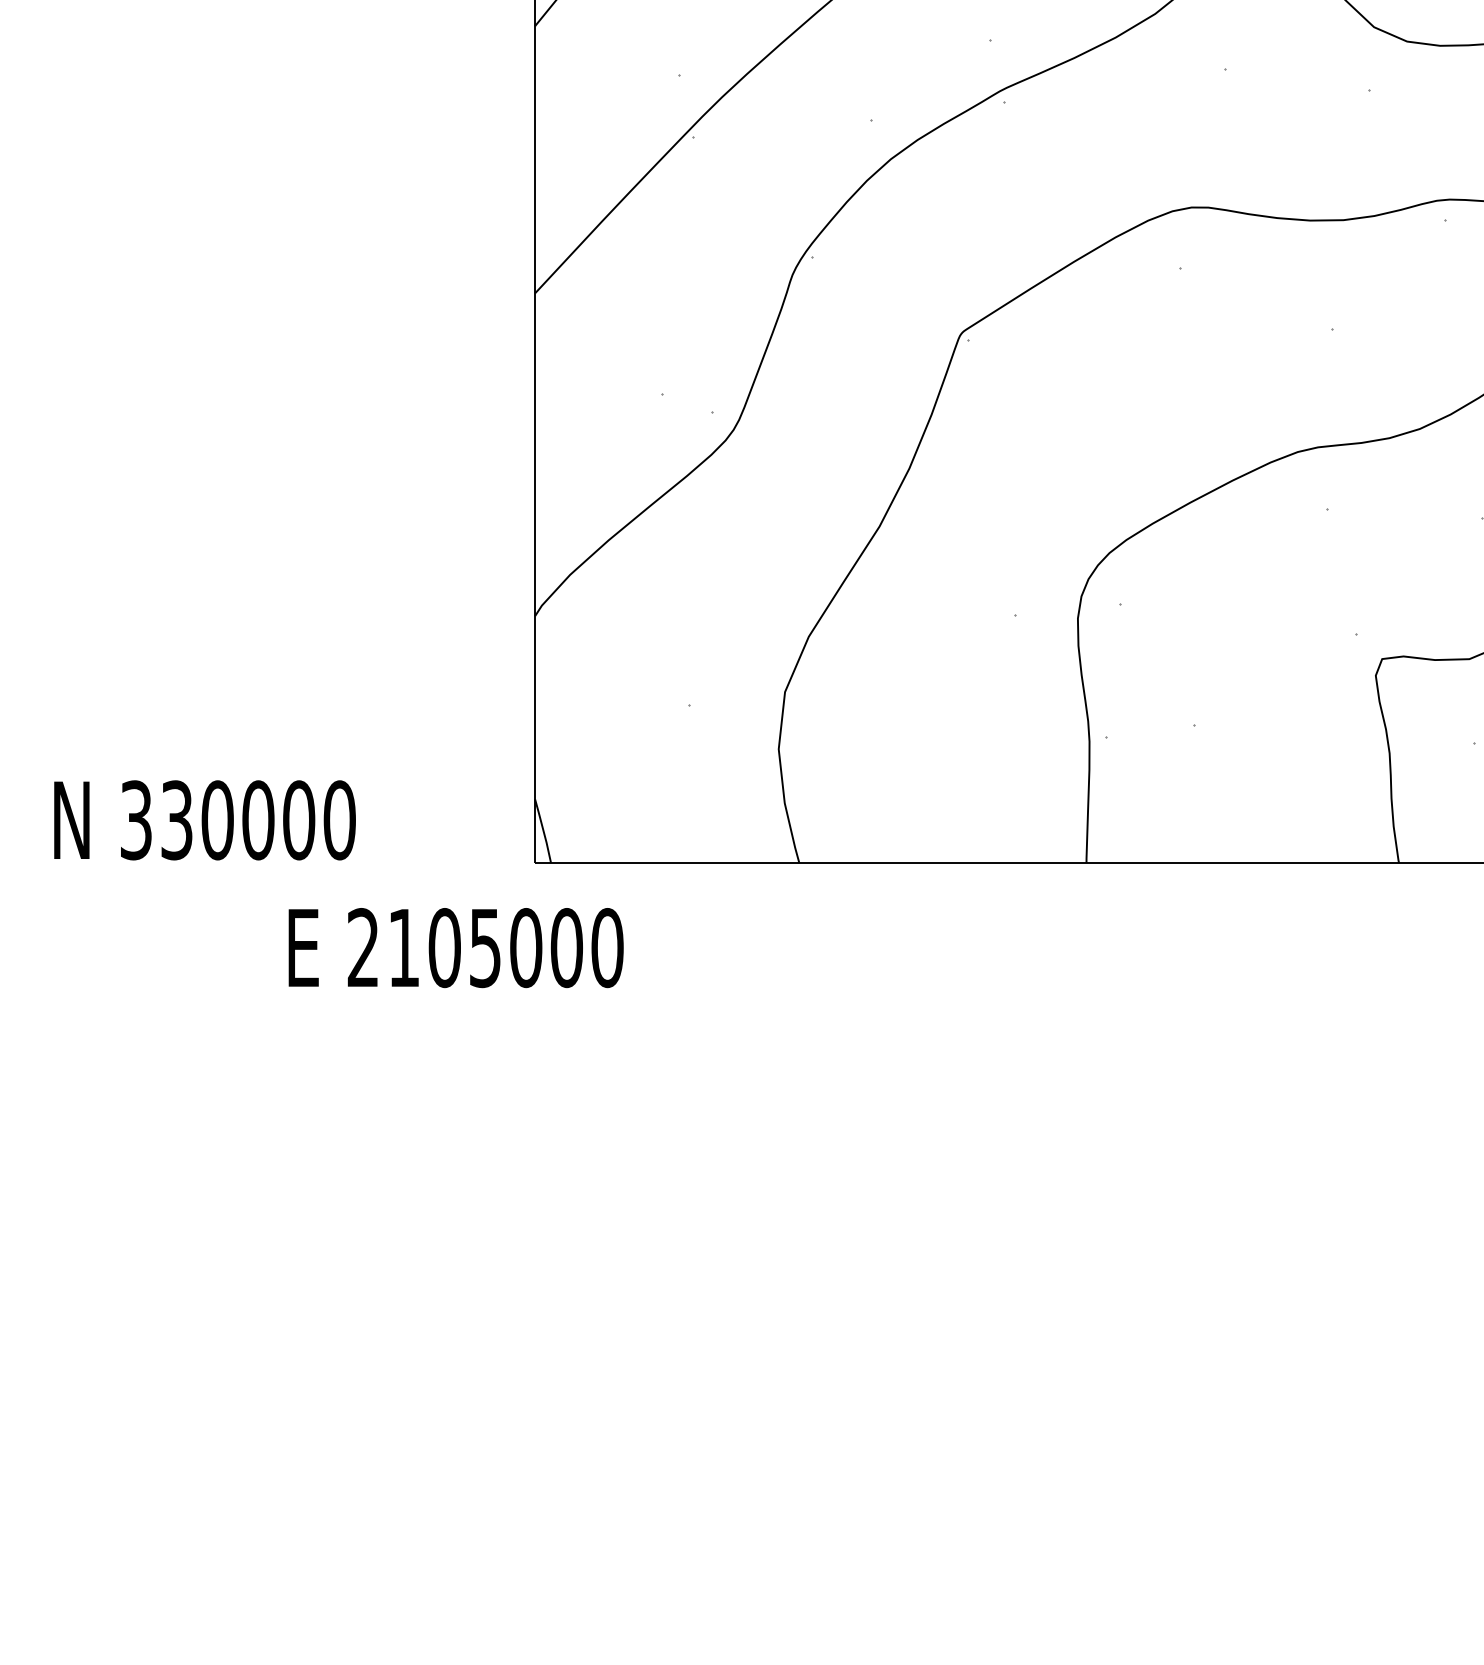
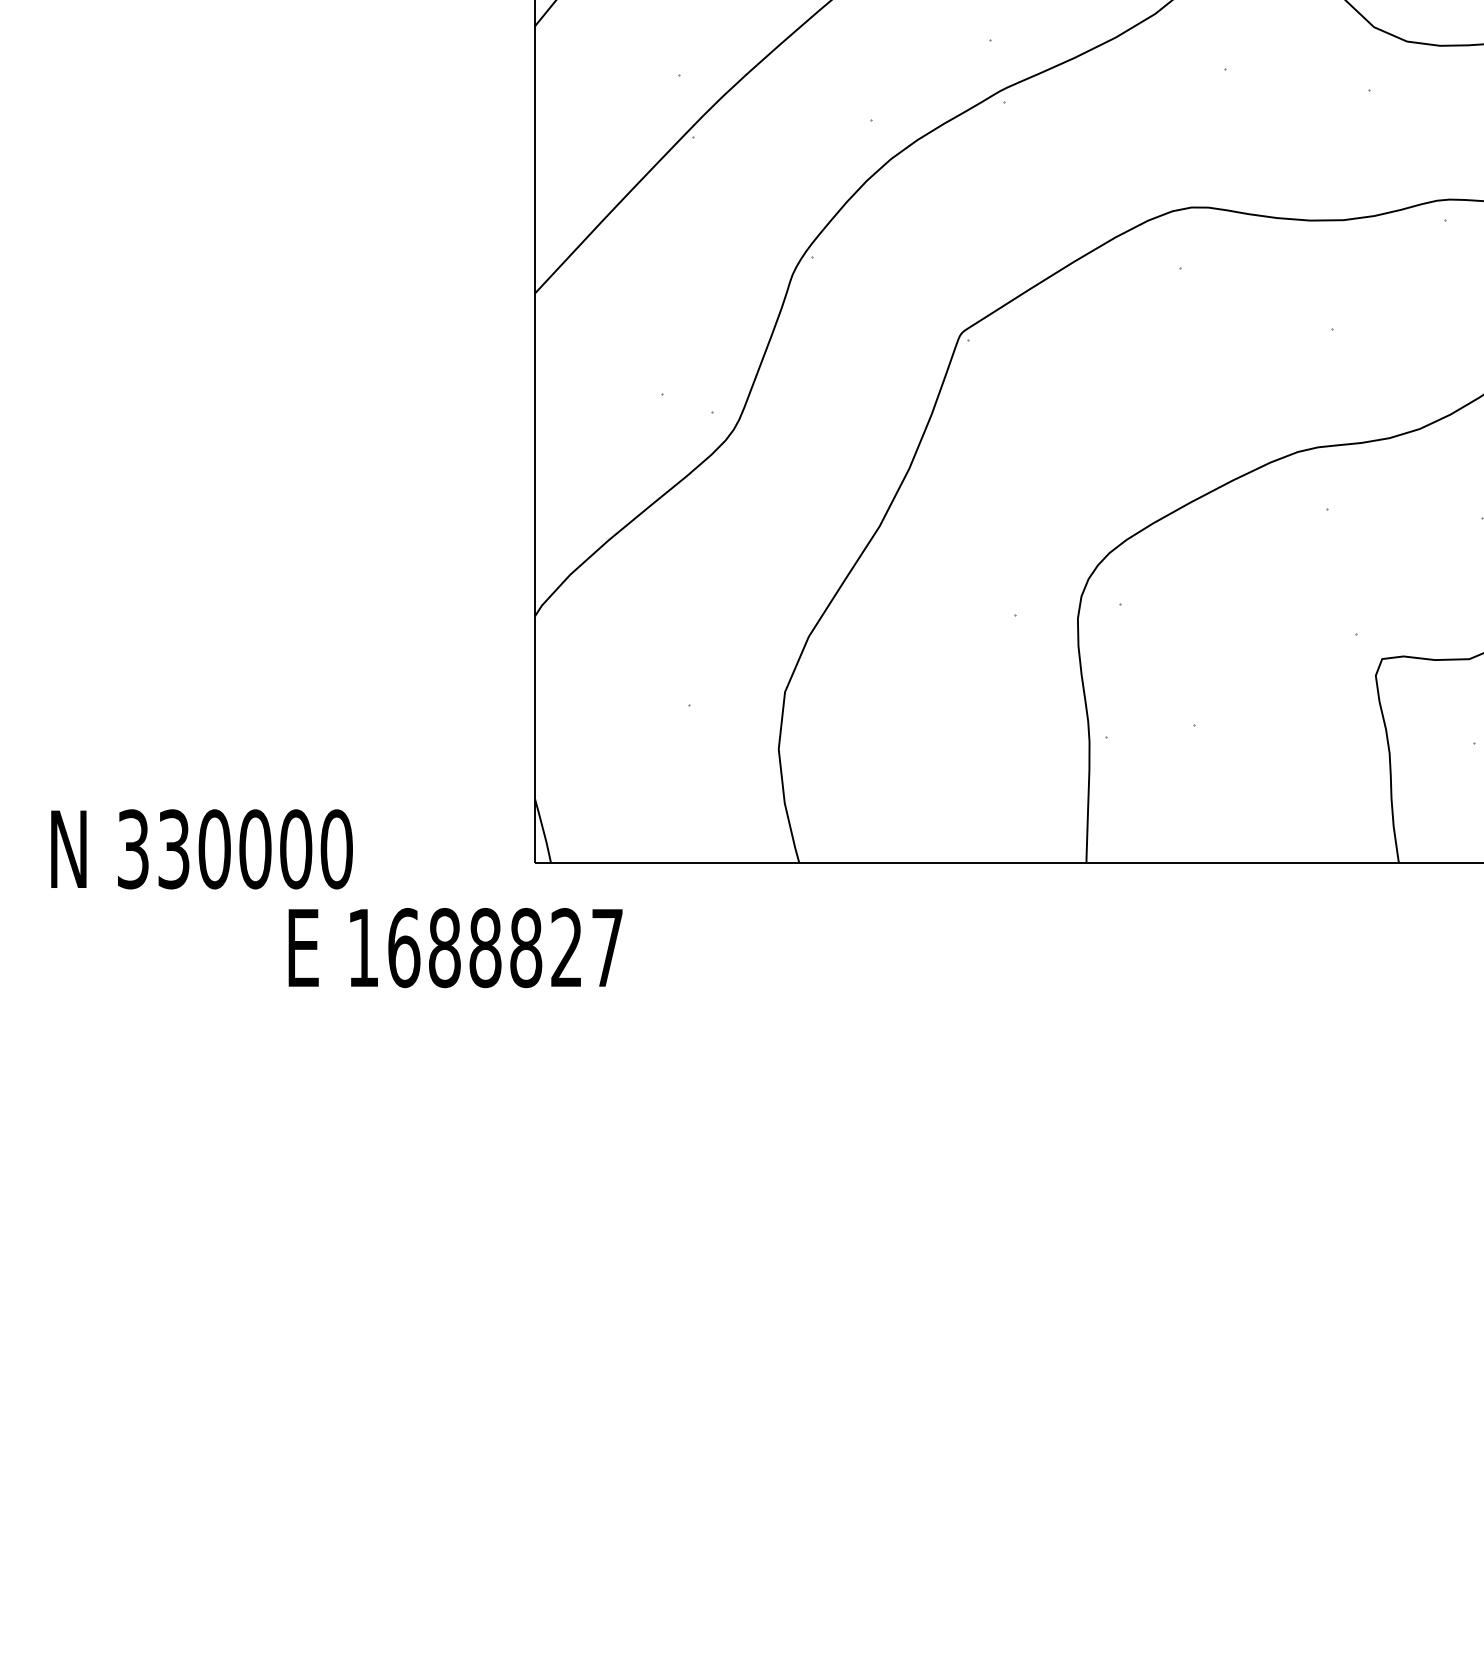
text at (204, 820) position: (204, 820) -> (201, 849)
text at (485, 948): 2105000 -> 1688827
